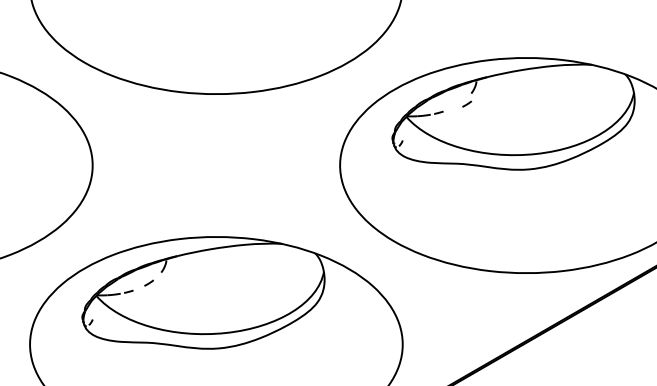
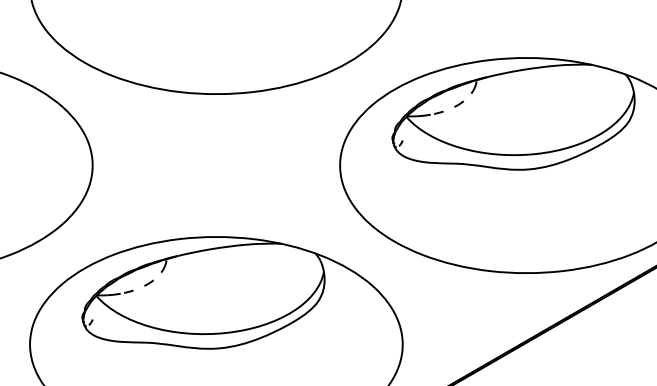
curve at (467, 103) position: (467, 103) -> (459, 103)
